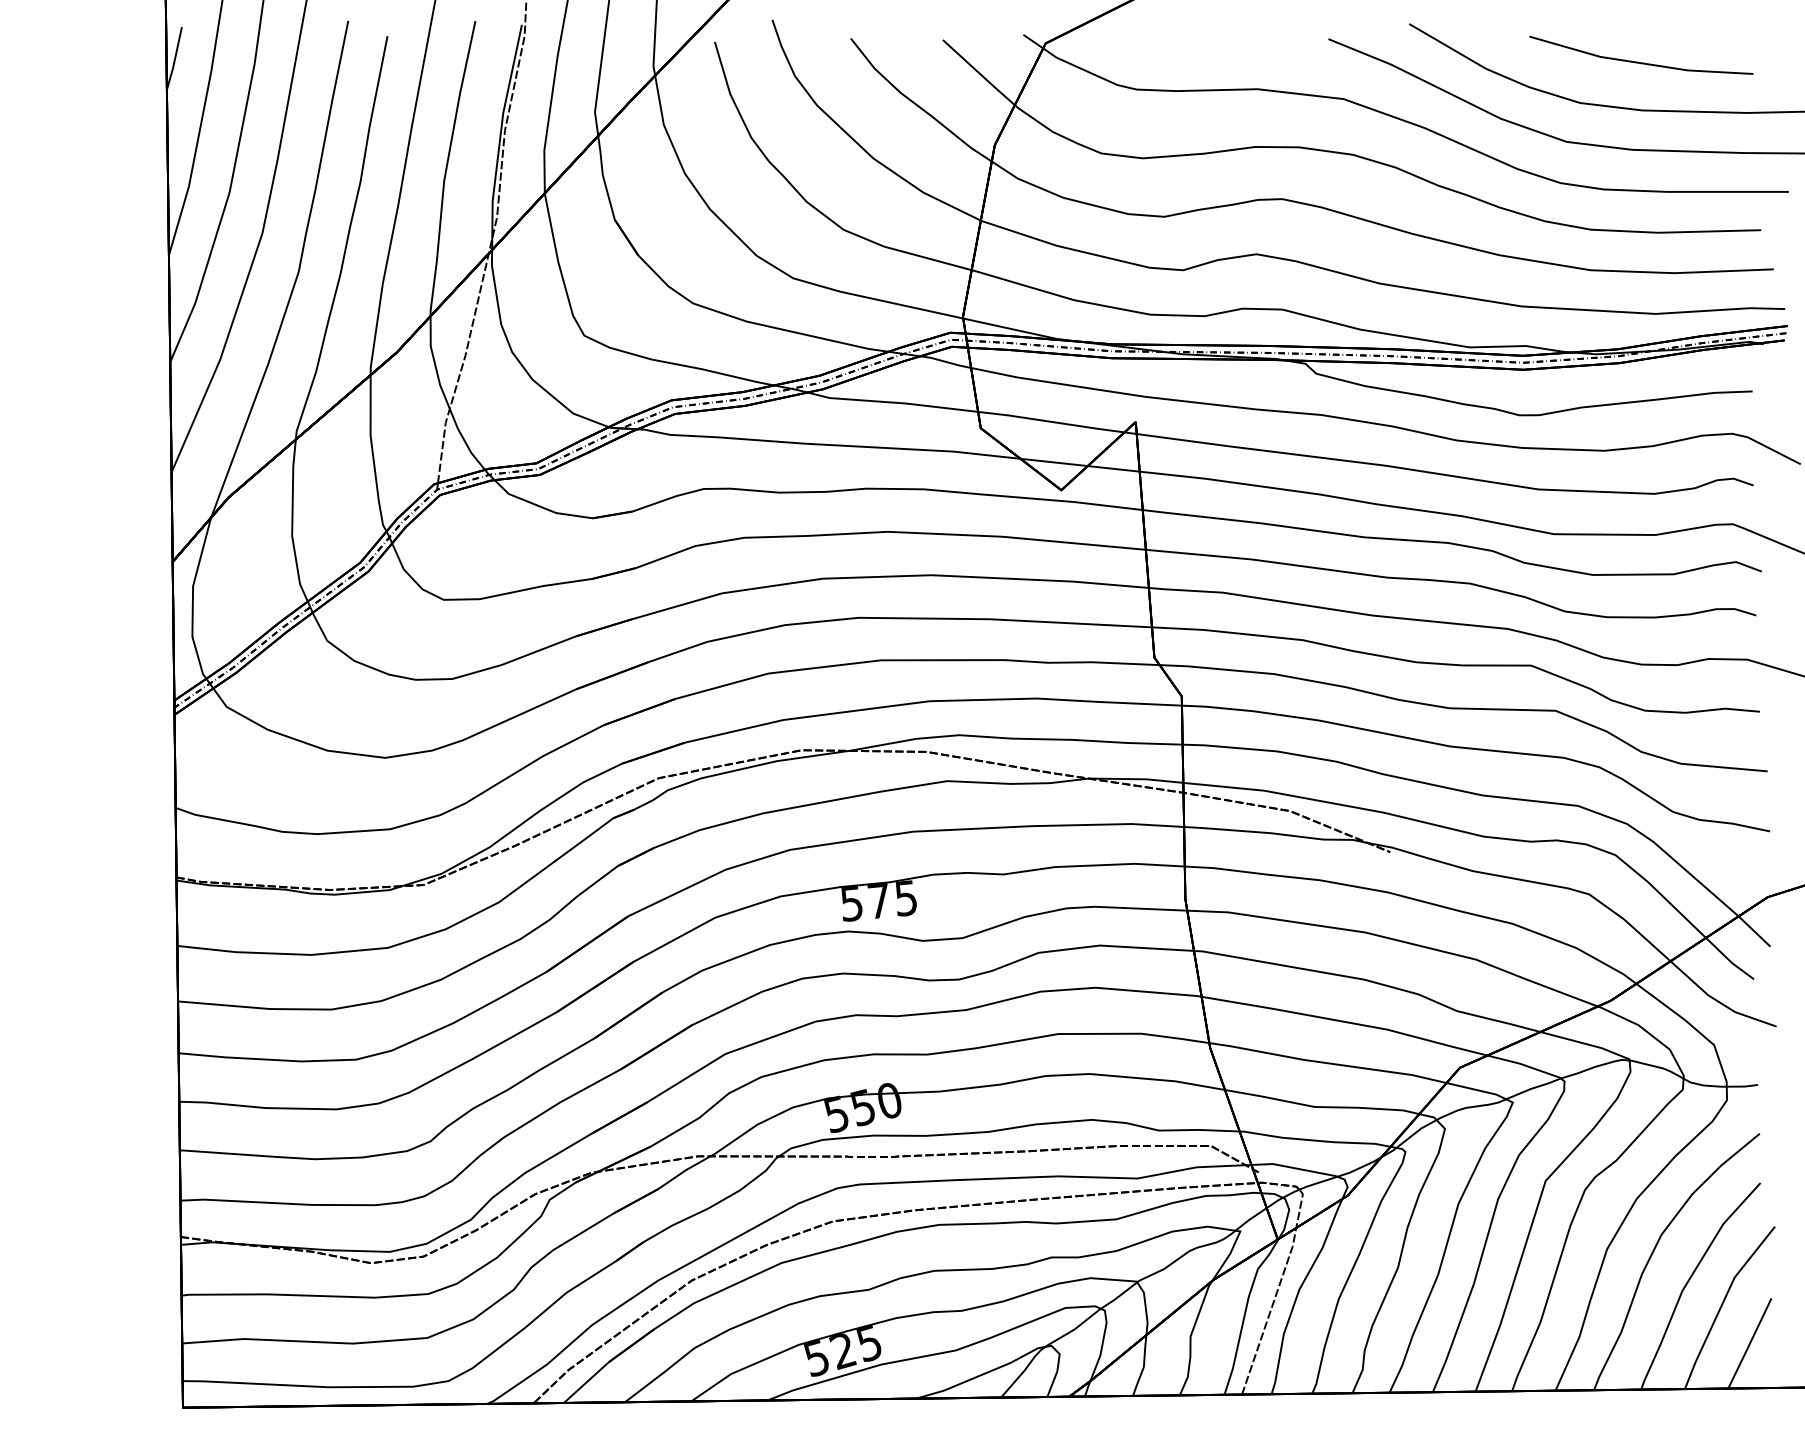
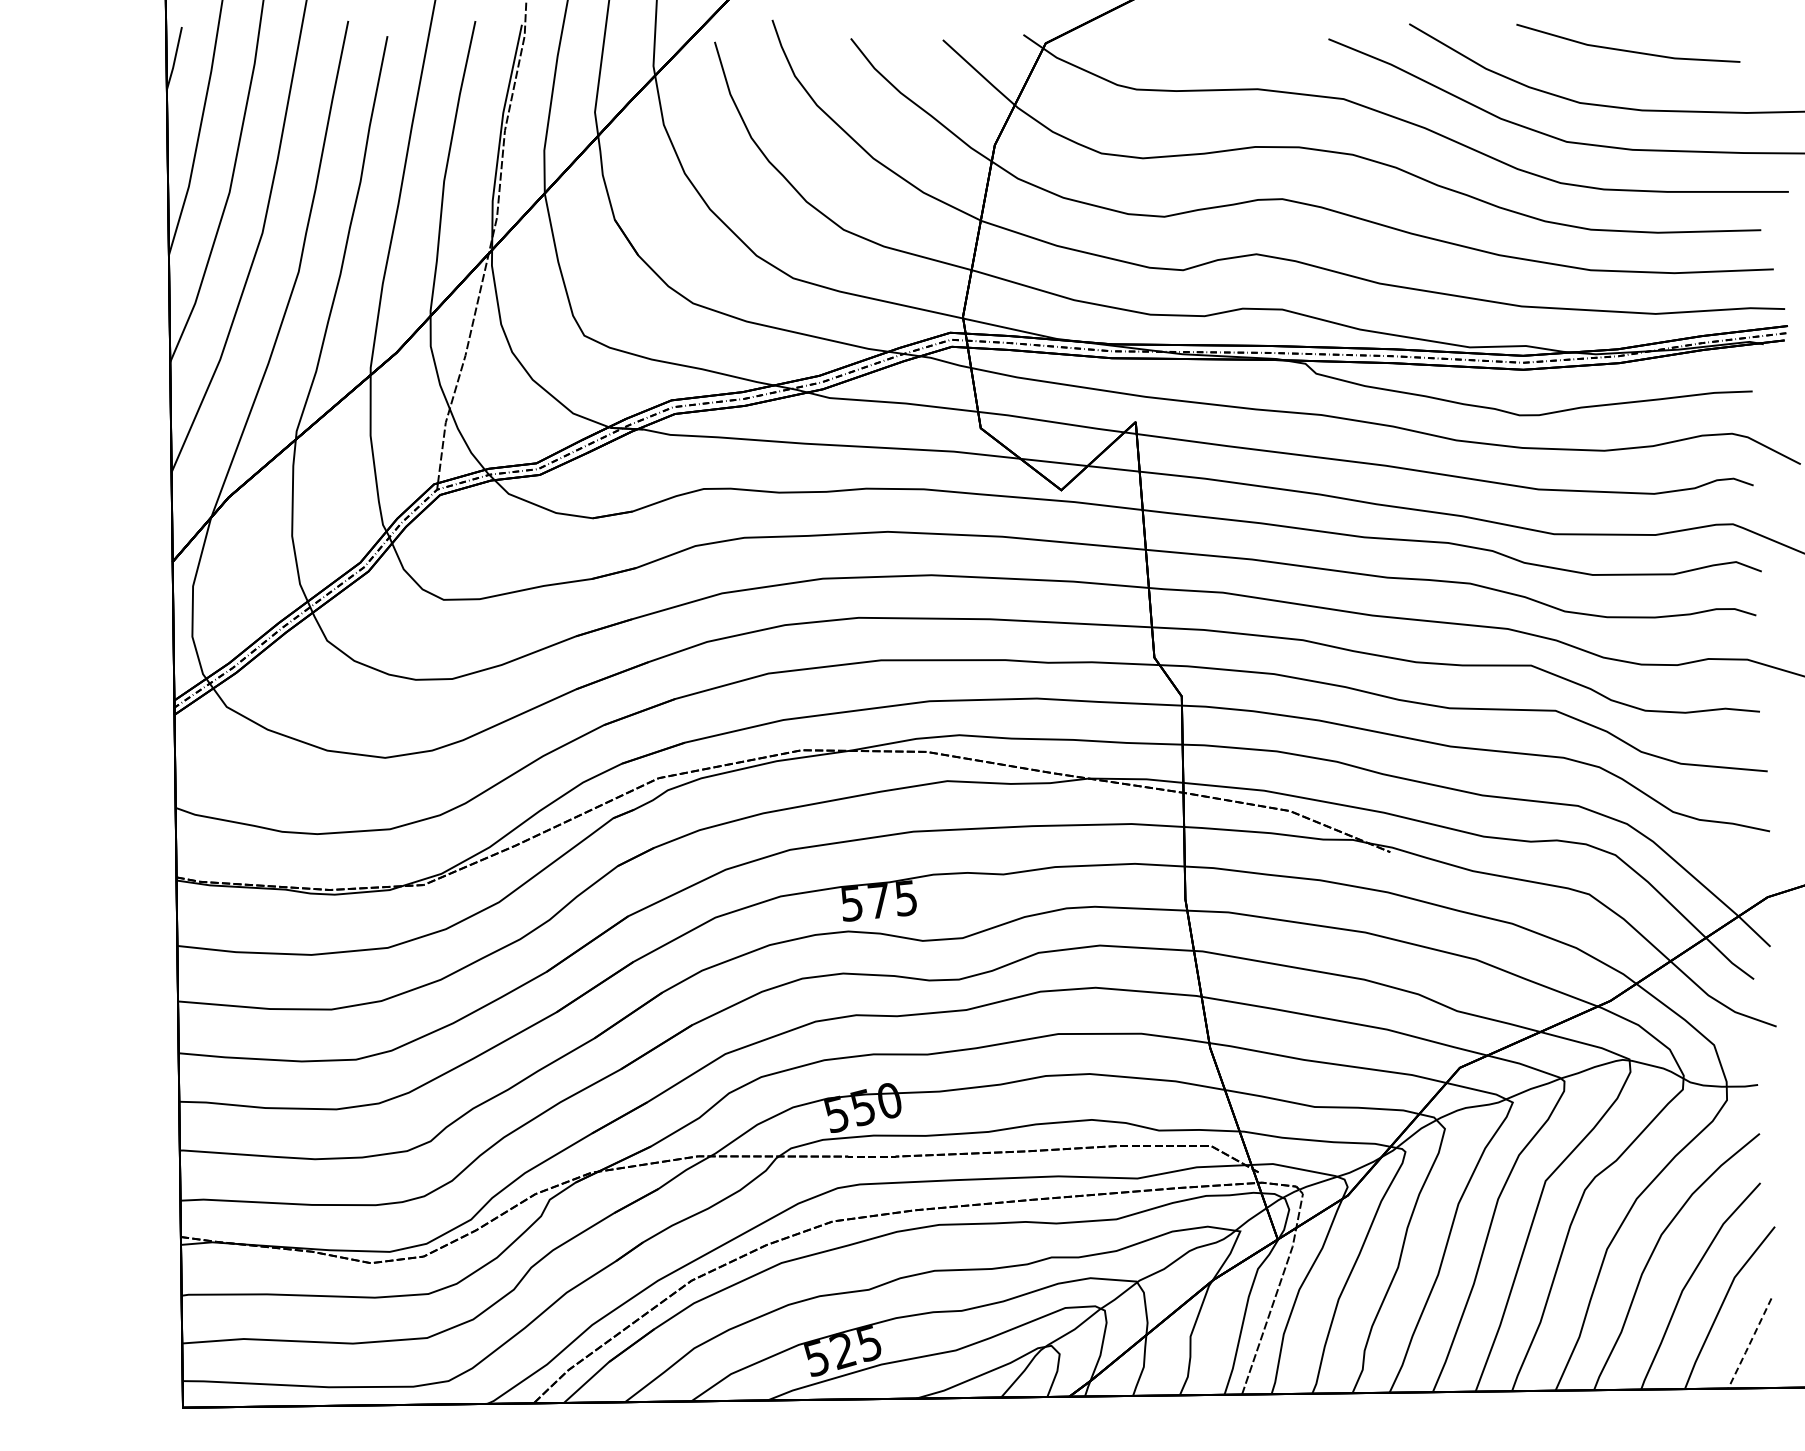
line at (1638, 61) position: (1638, 61) -> (1625, 49)
line at (1749, 1344): solid -> dashed
